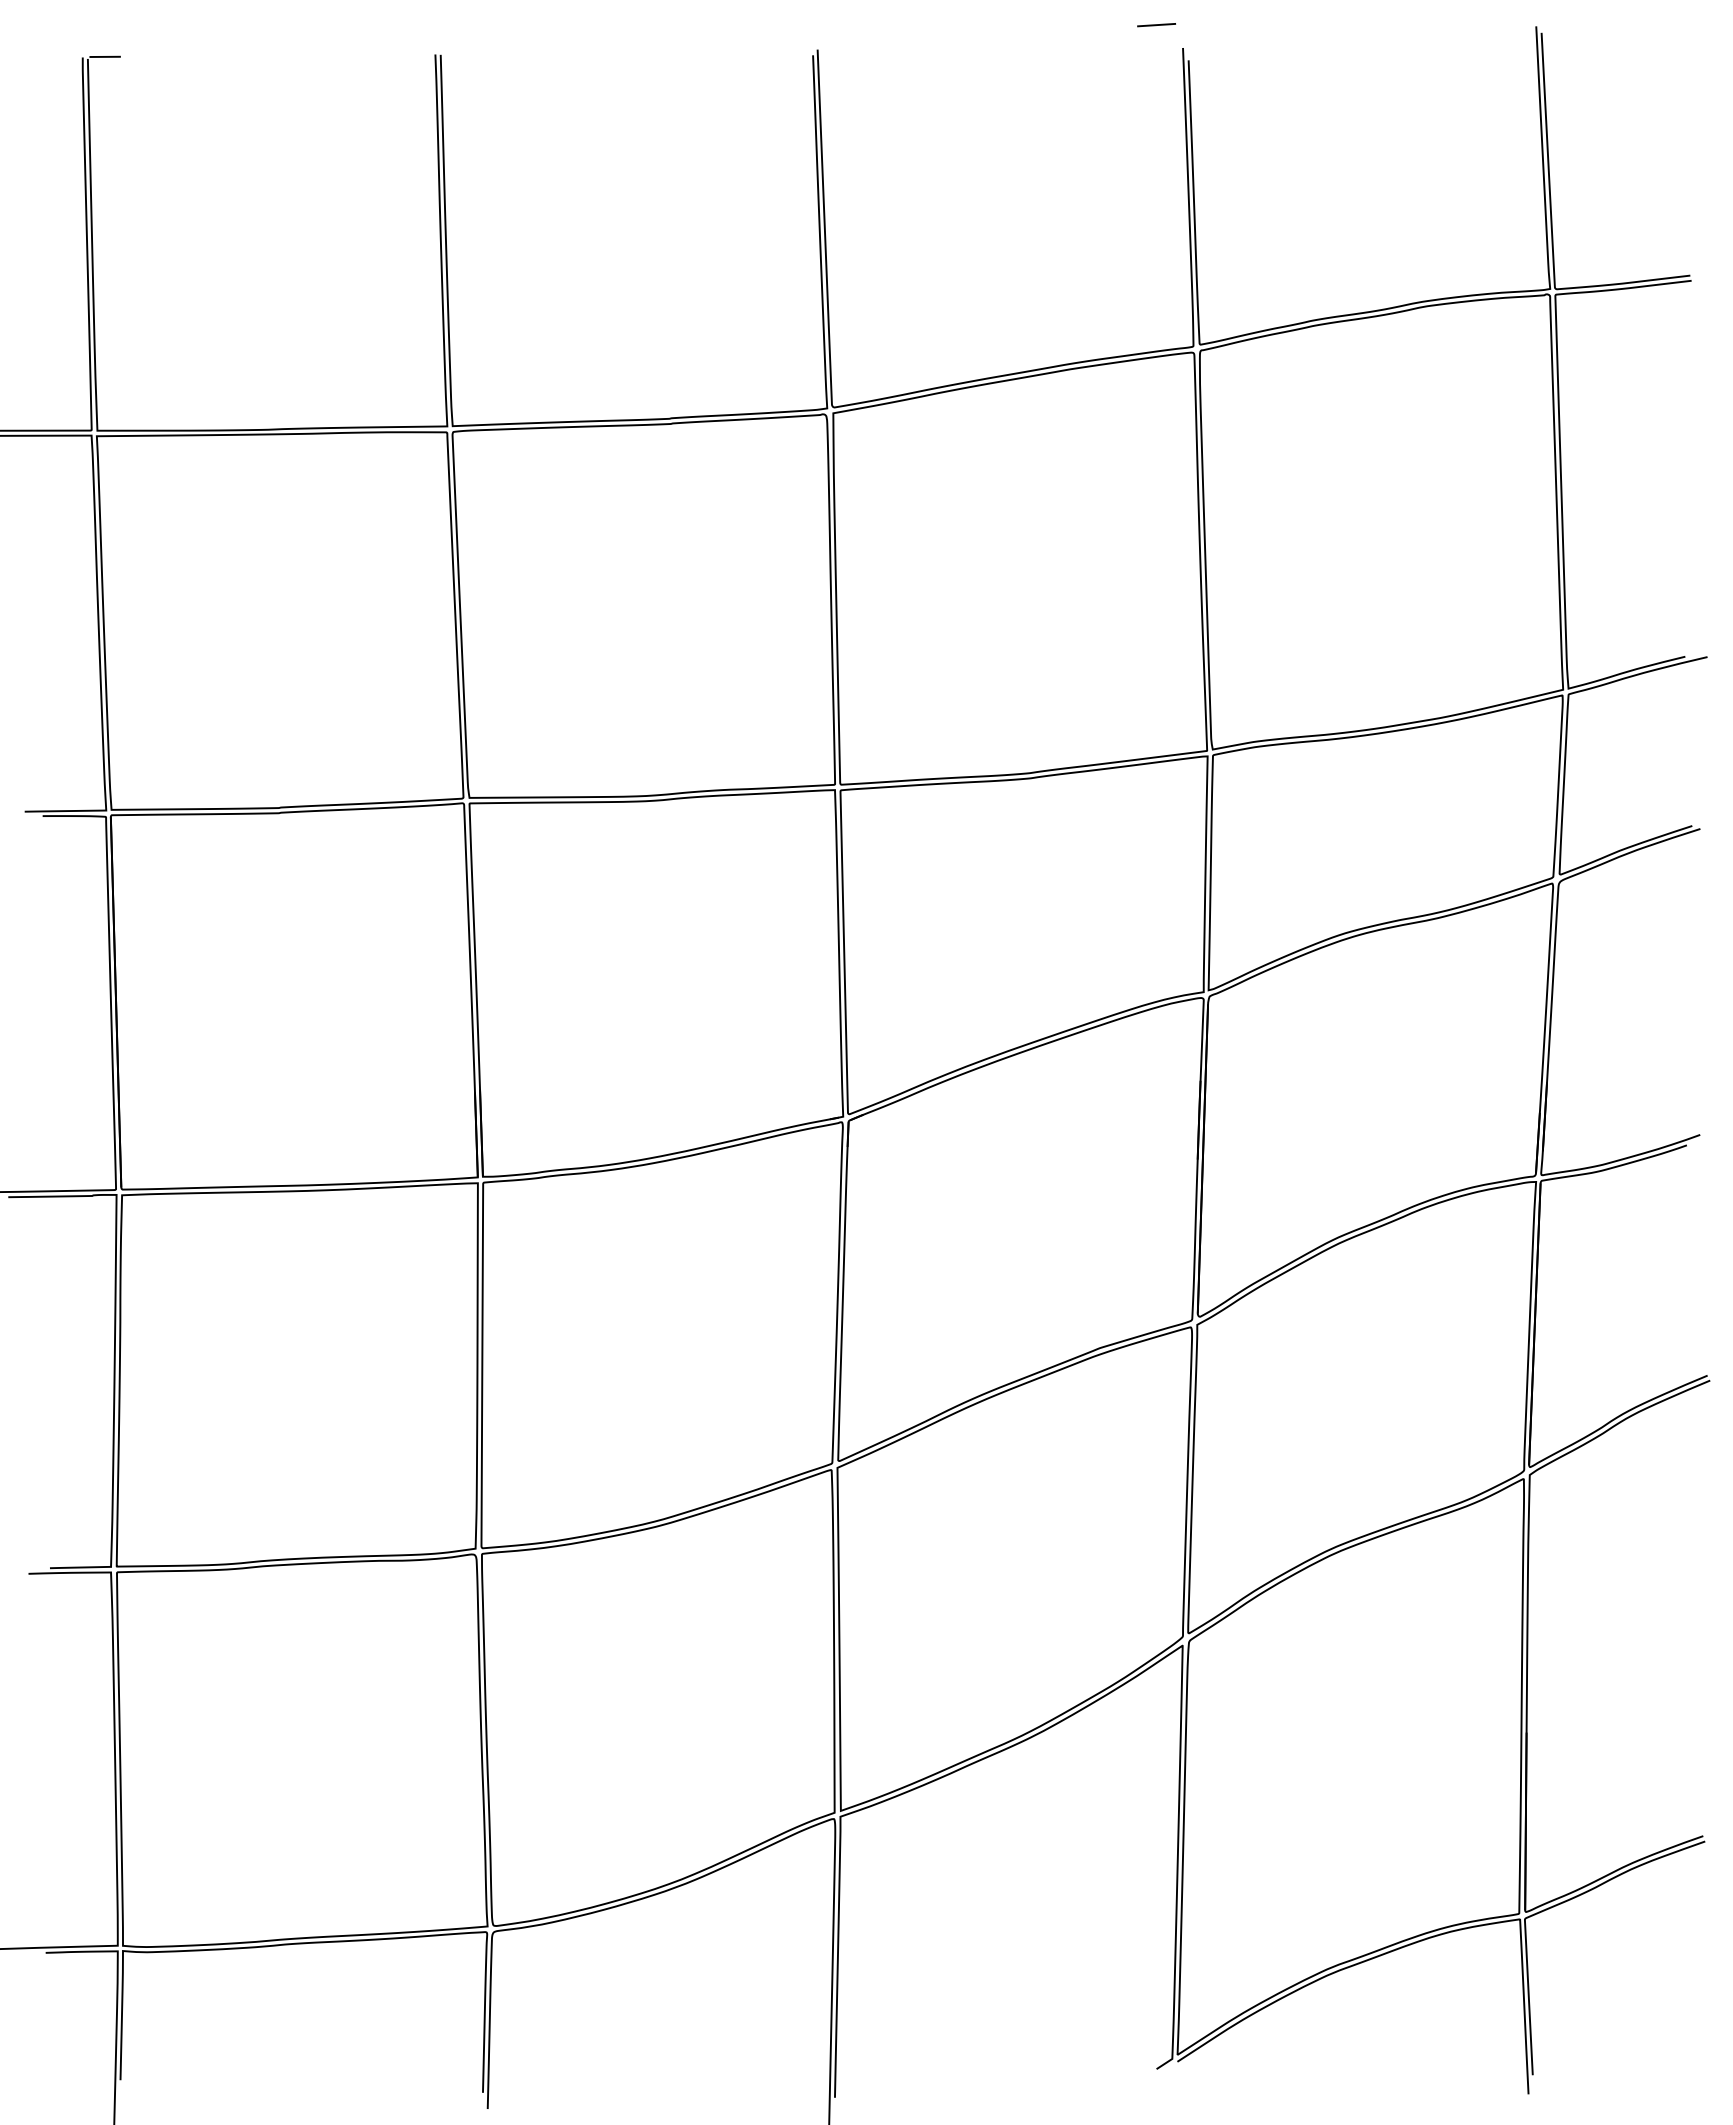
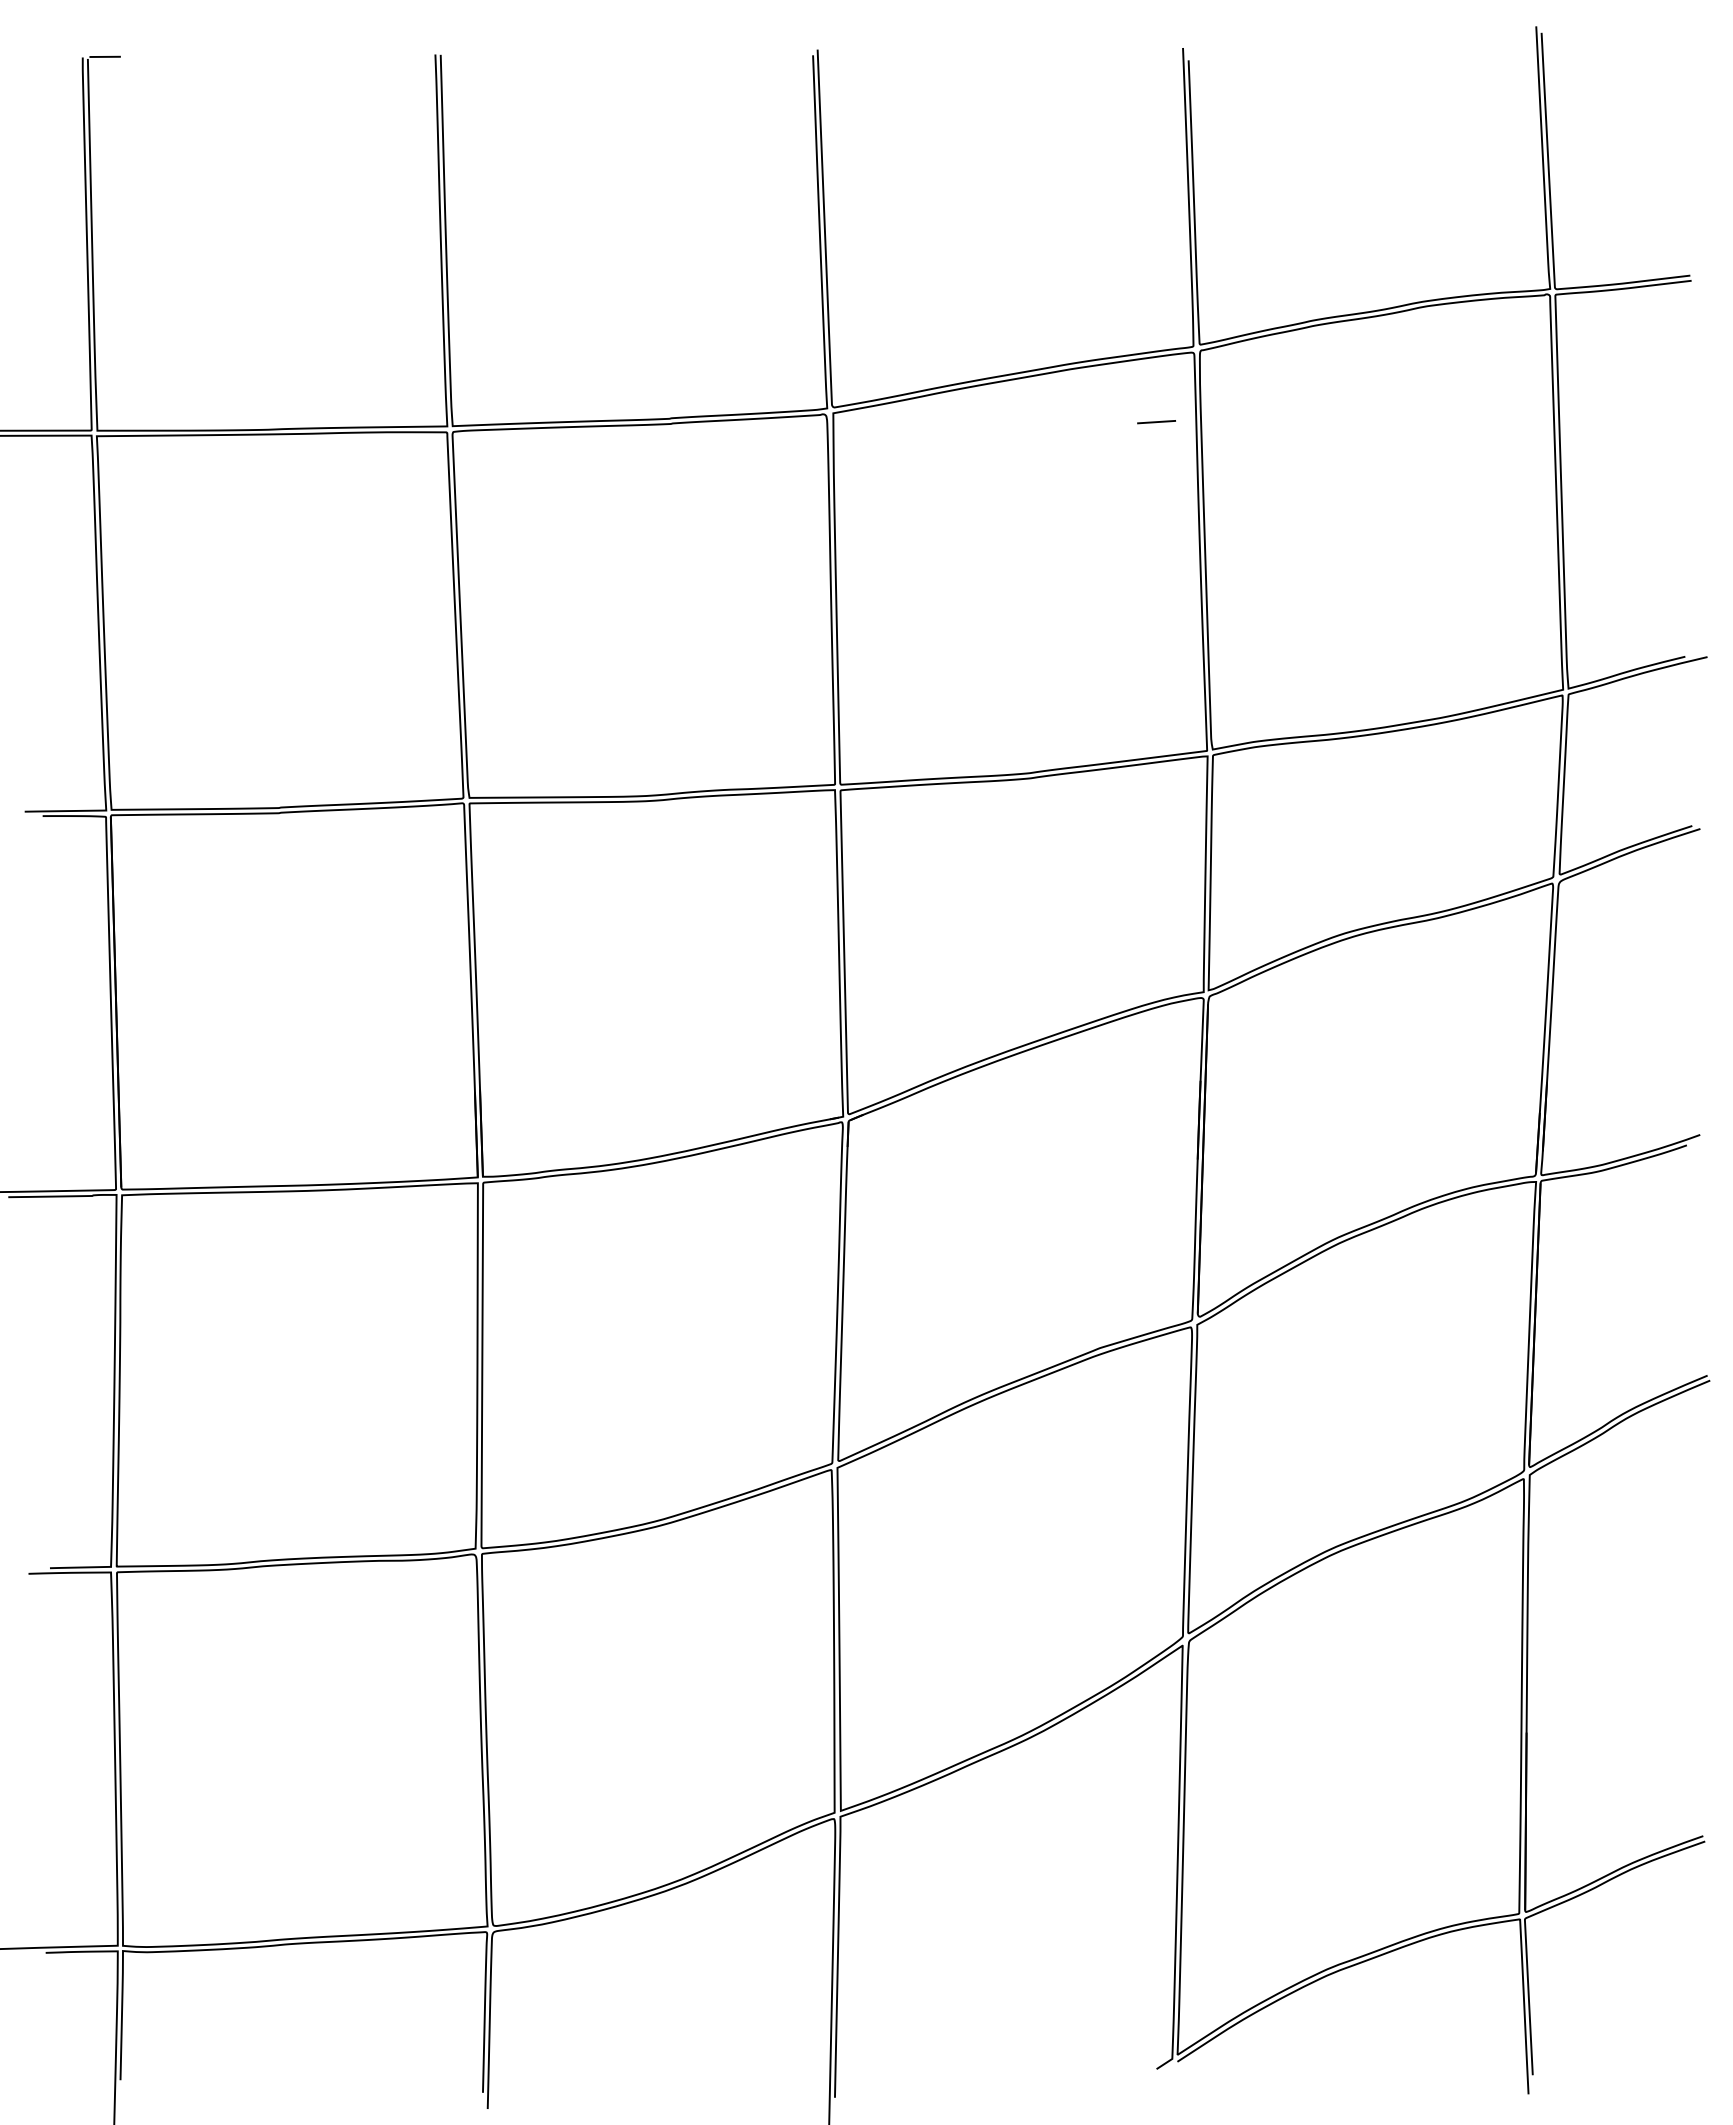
line at (1156, 25) position: (1156, 25) -> (1156, 422)
